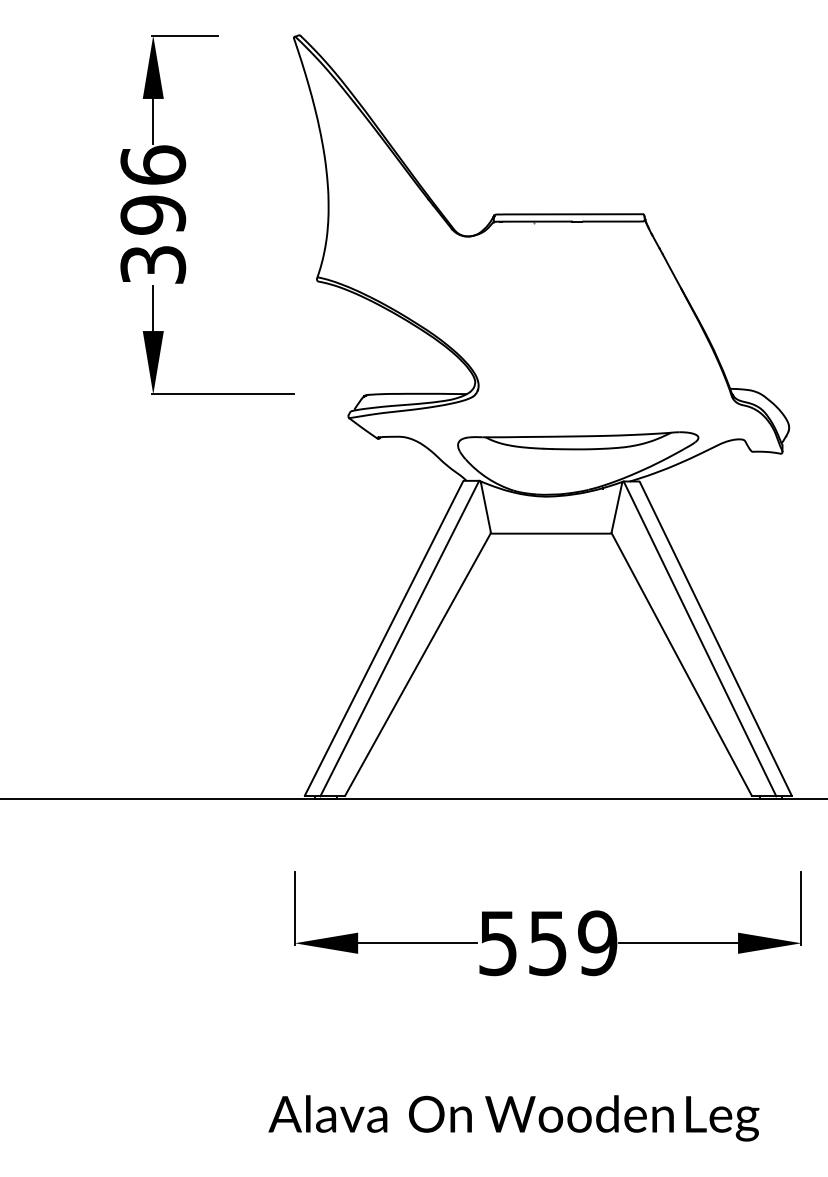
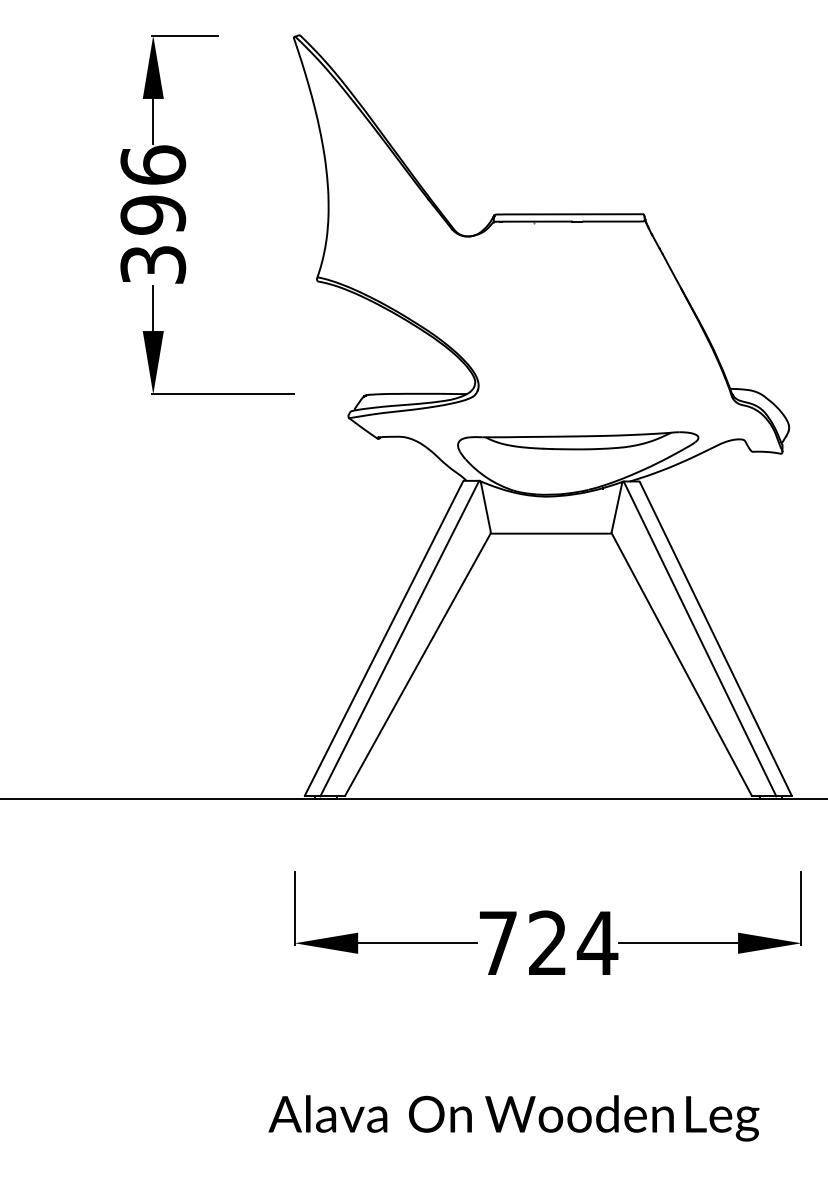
text at (548, 943): 559 -> 724
